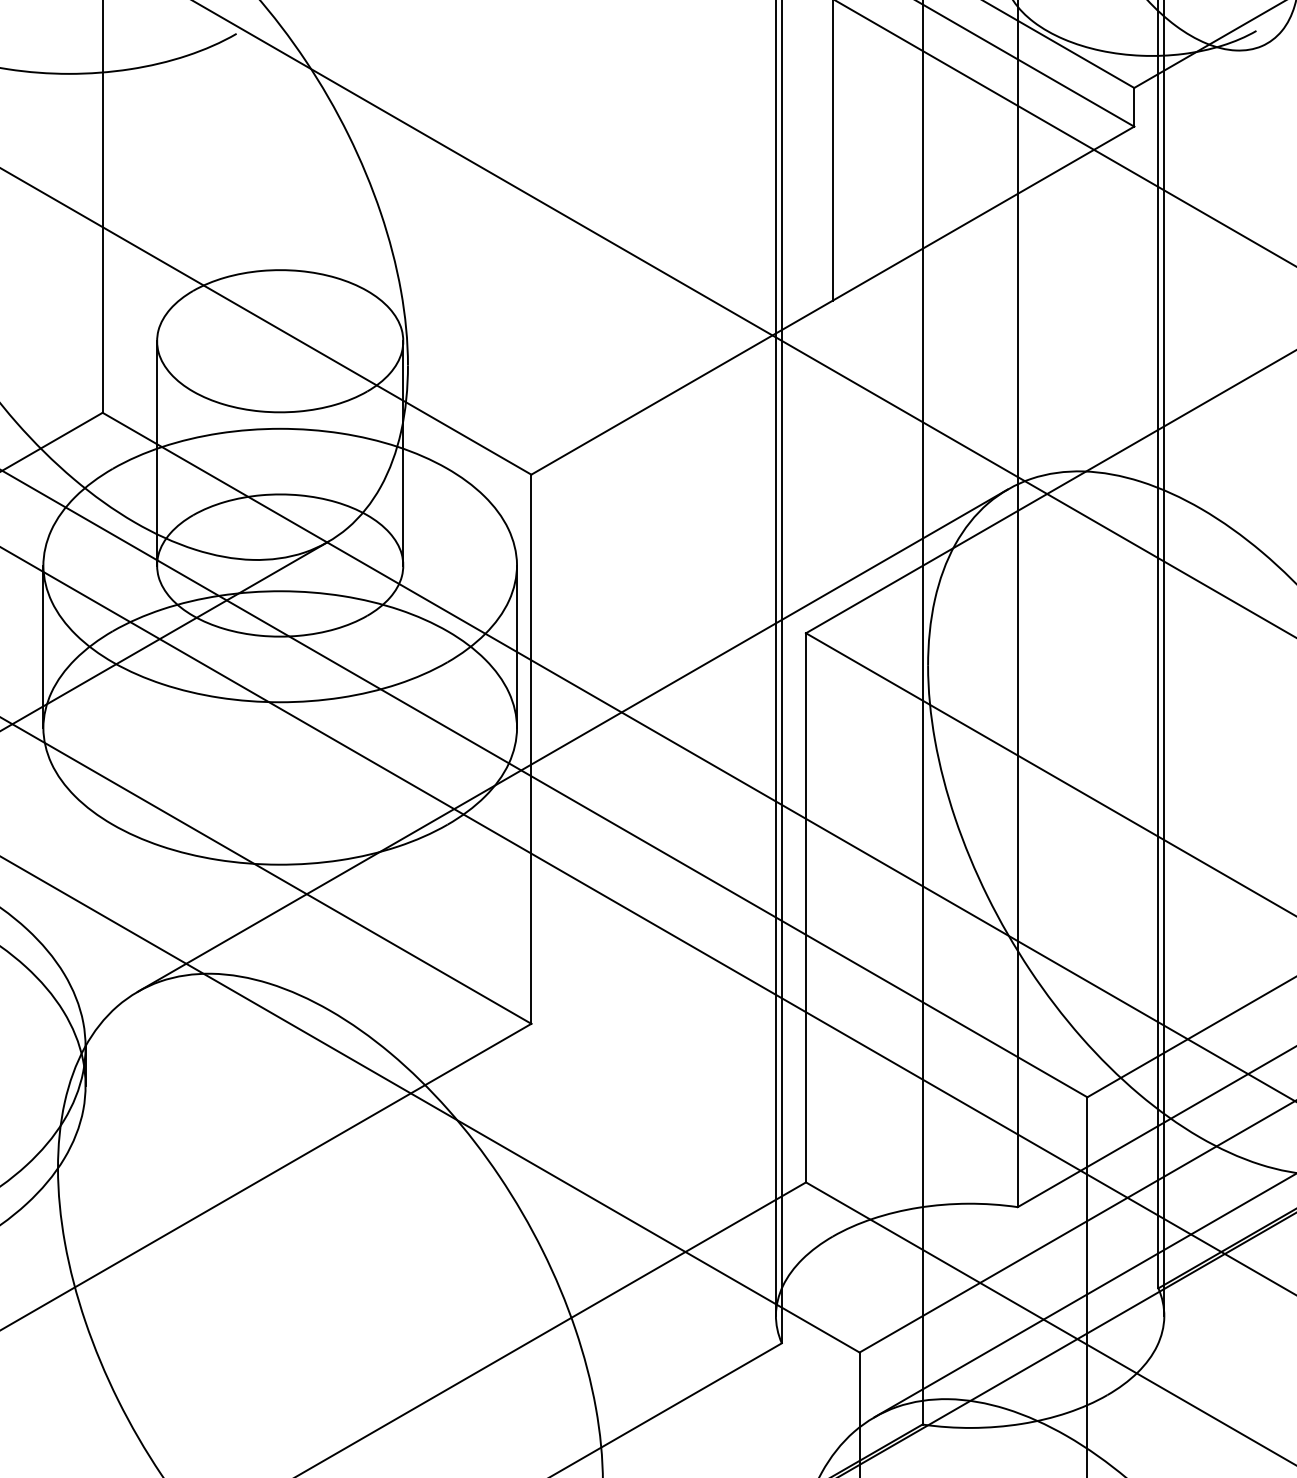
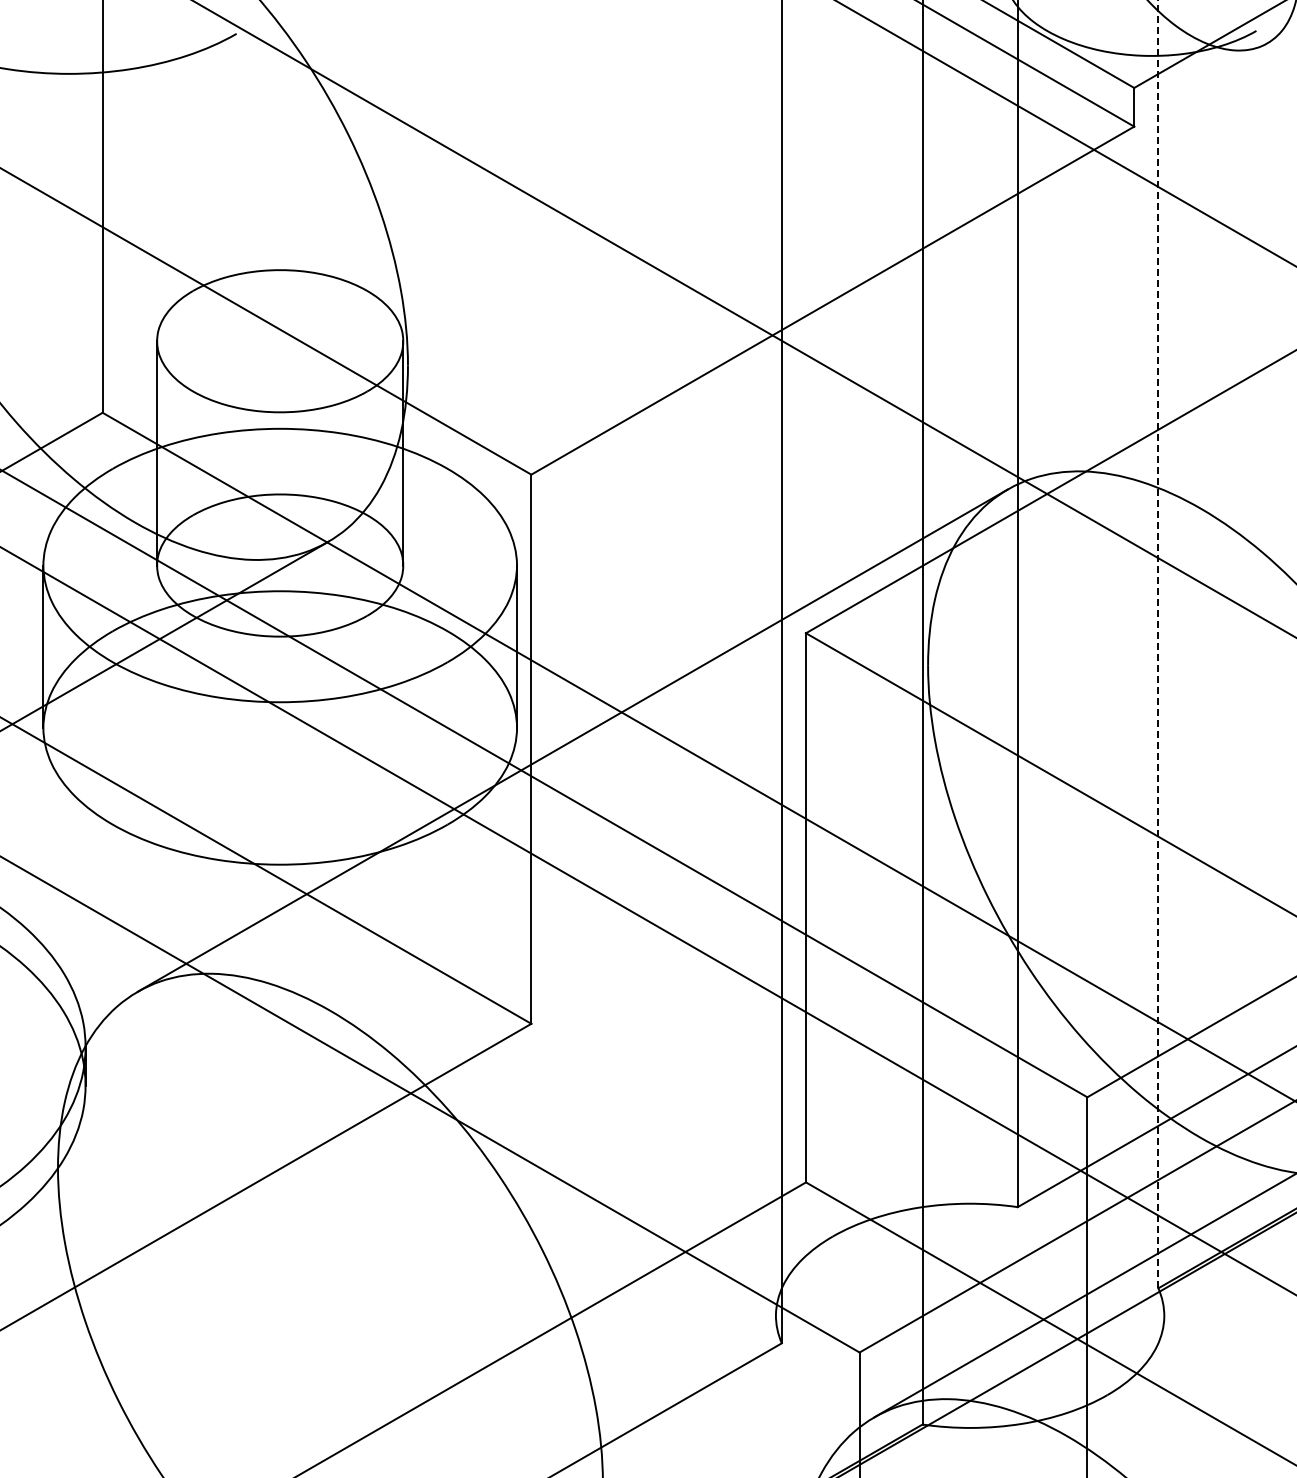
line at (832, 151): present -> none
line at (1158, 644): solid -> dashed
line at (775, 658): present -> none
line at (1164, 658): present -> none
